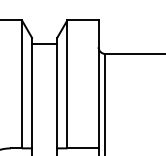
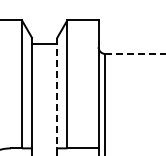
line at (135, 53): solid -> dashed
line at (57, 93): solid -> dashed
